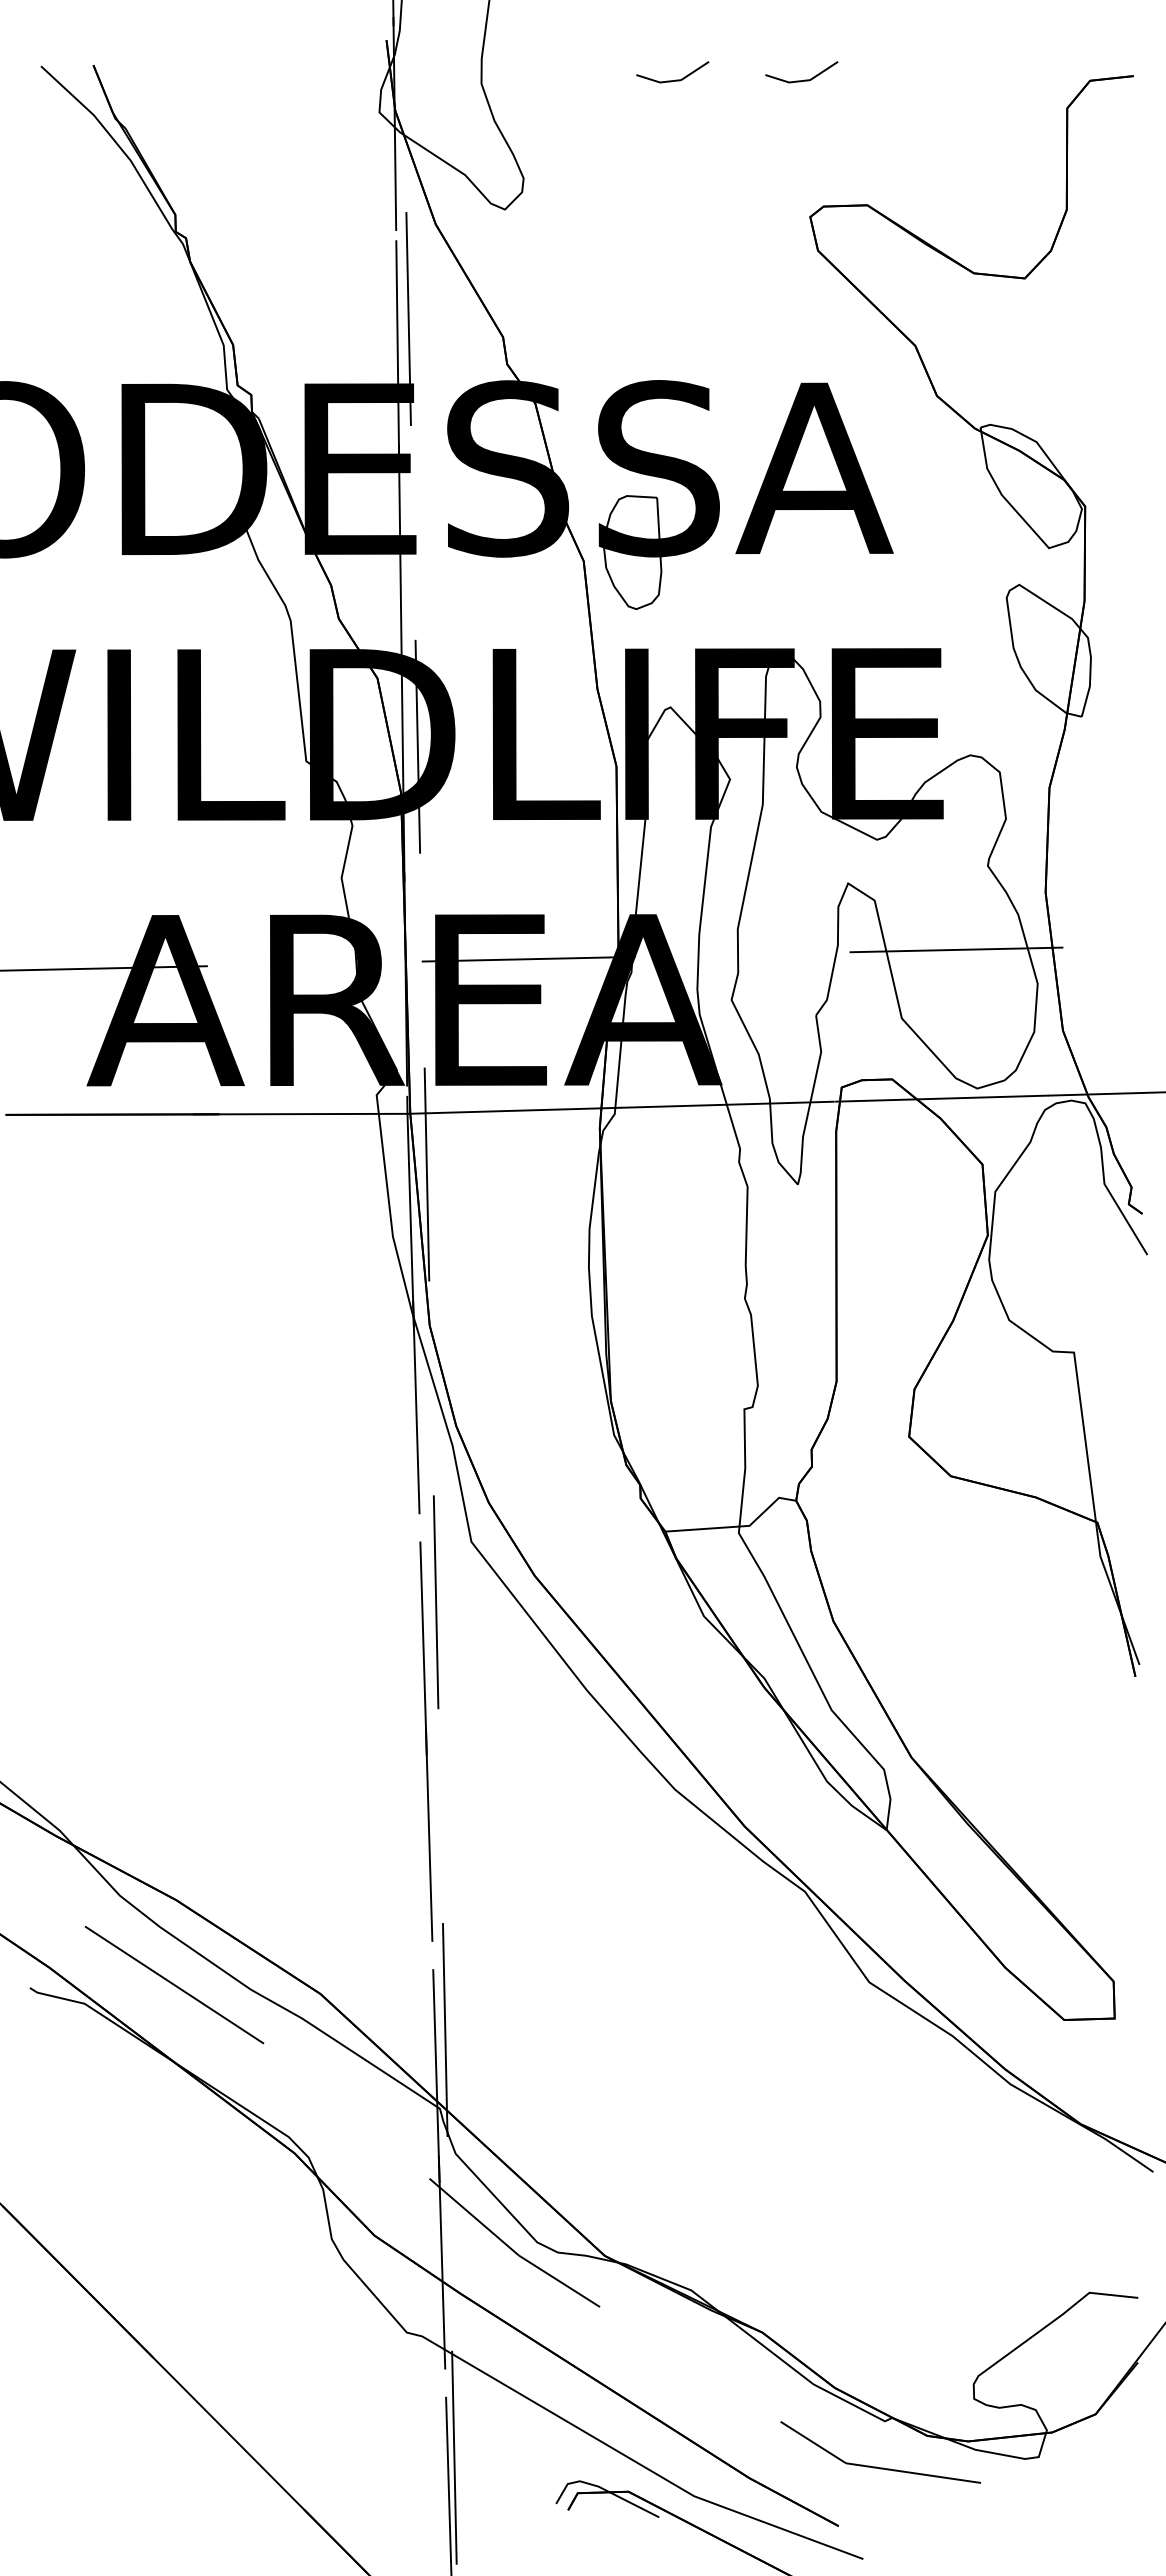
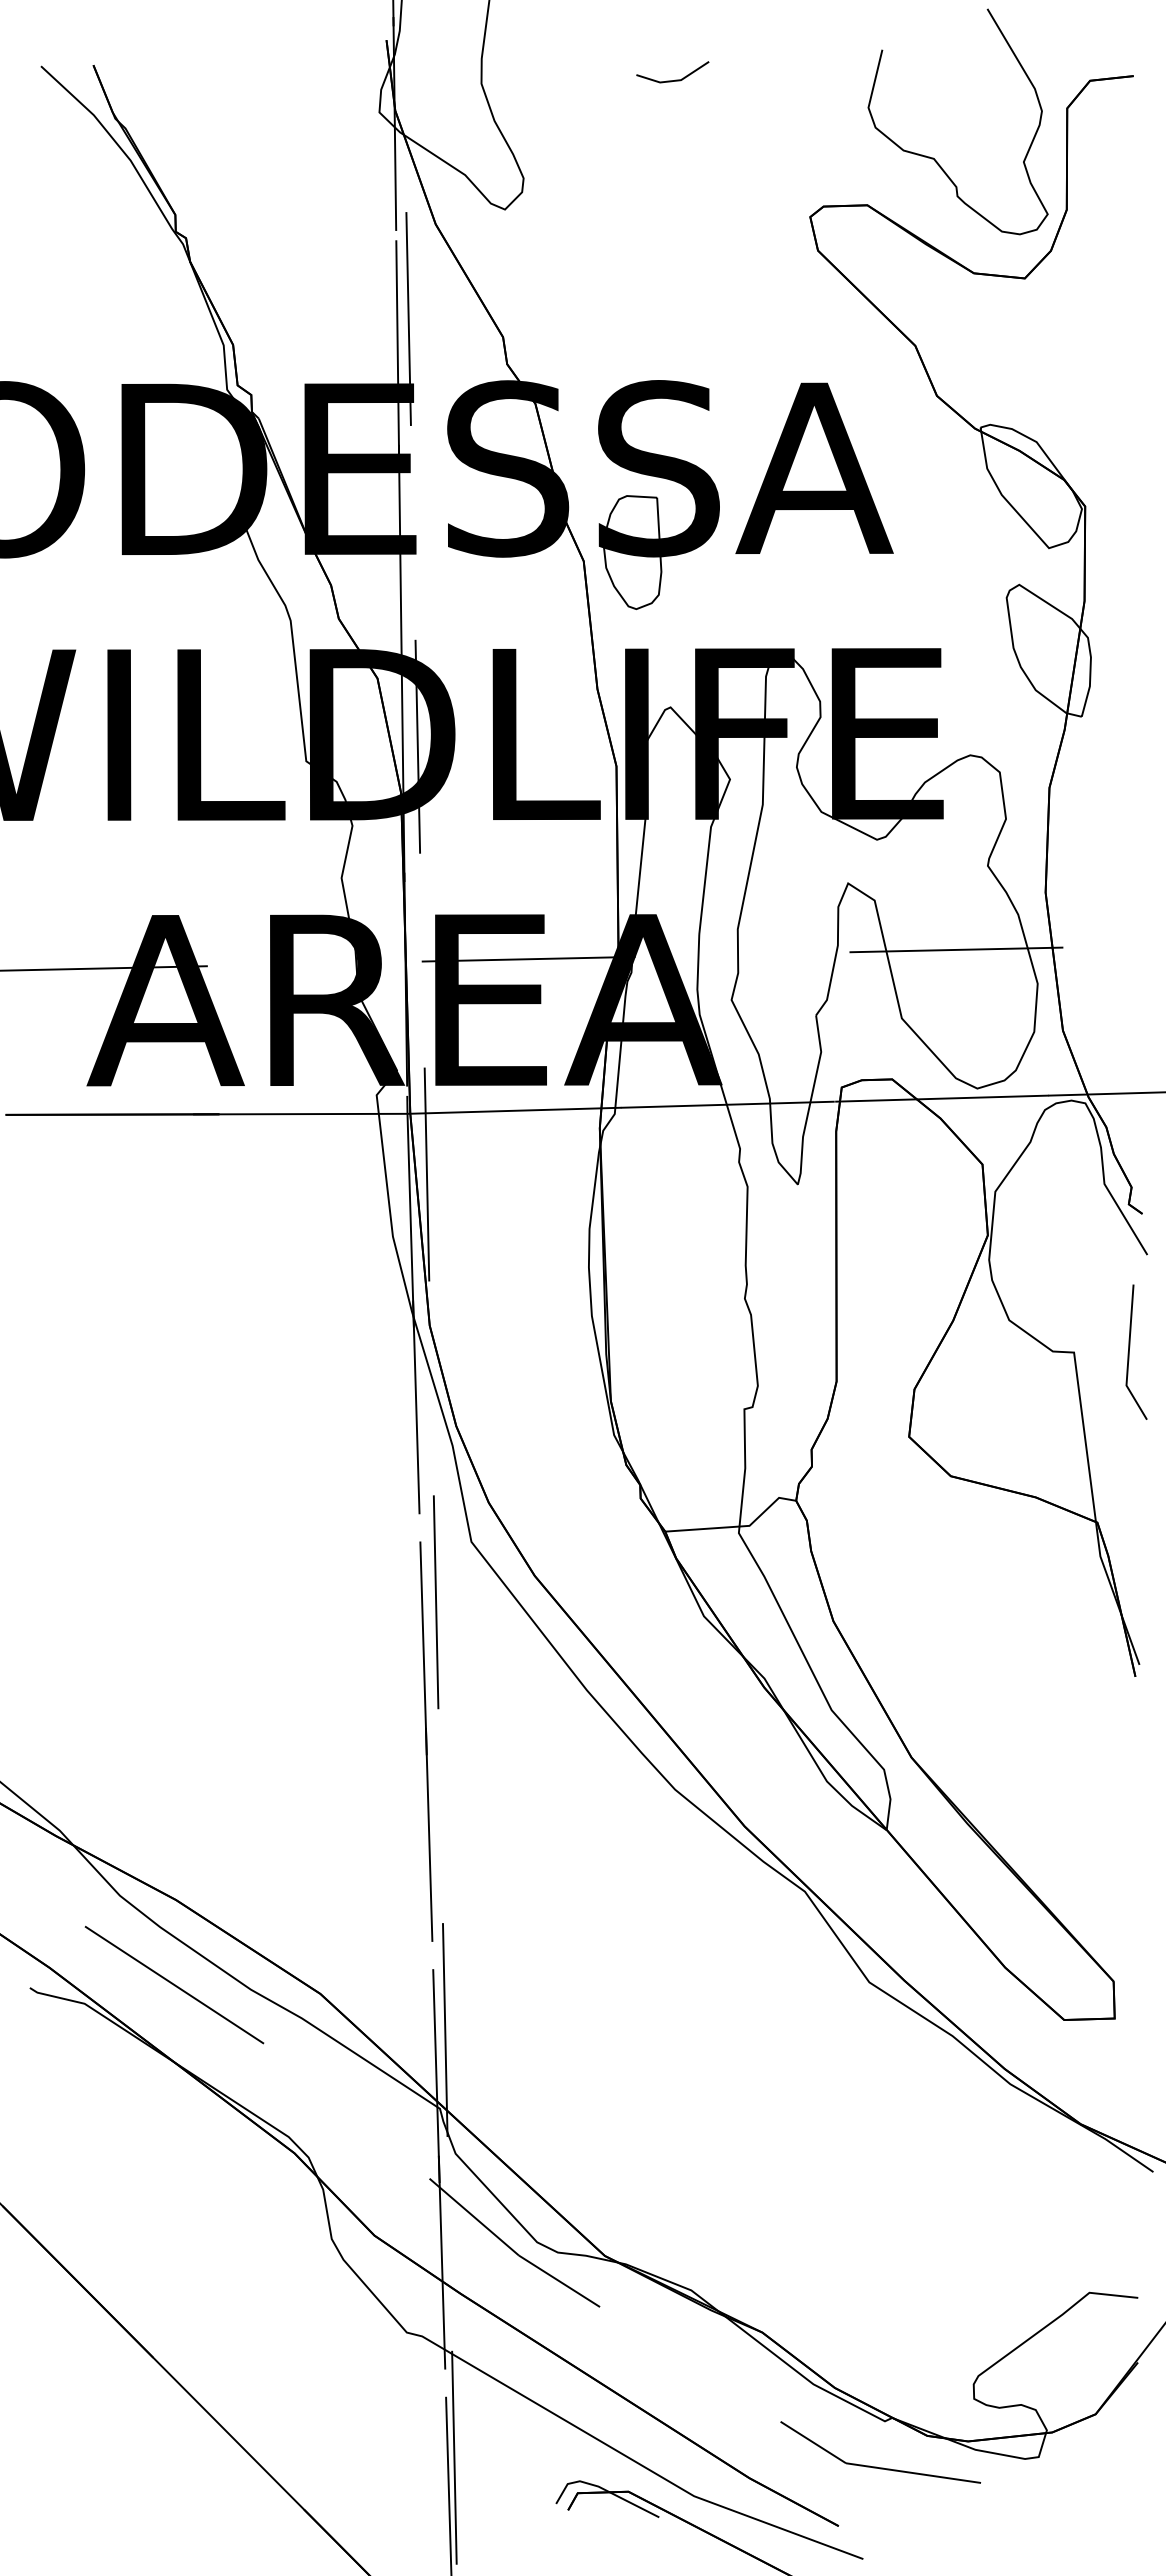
line at (804, 79): present -> none
curve at (933, 157): none -> present
line at (1129, 1351): none -> present
